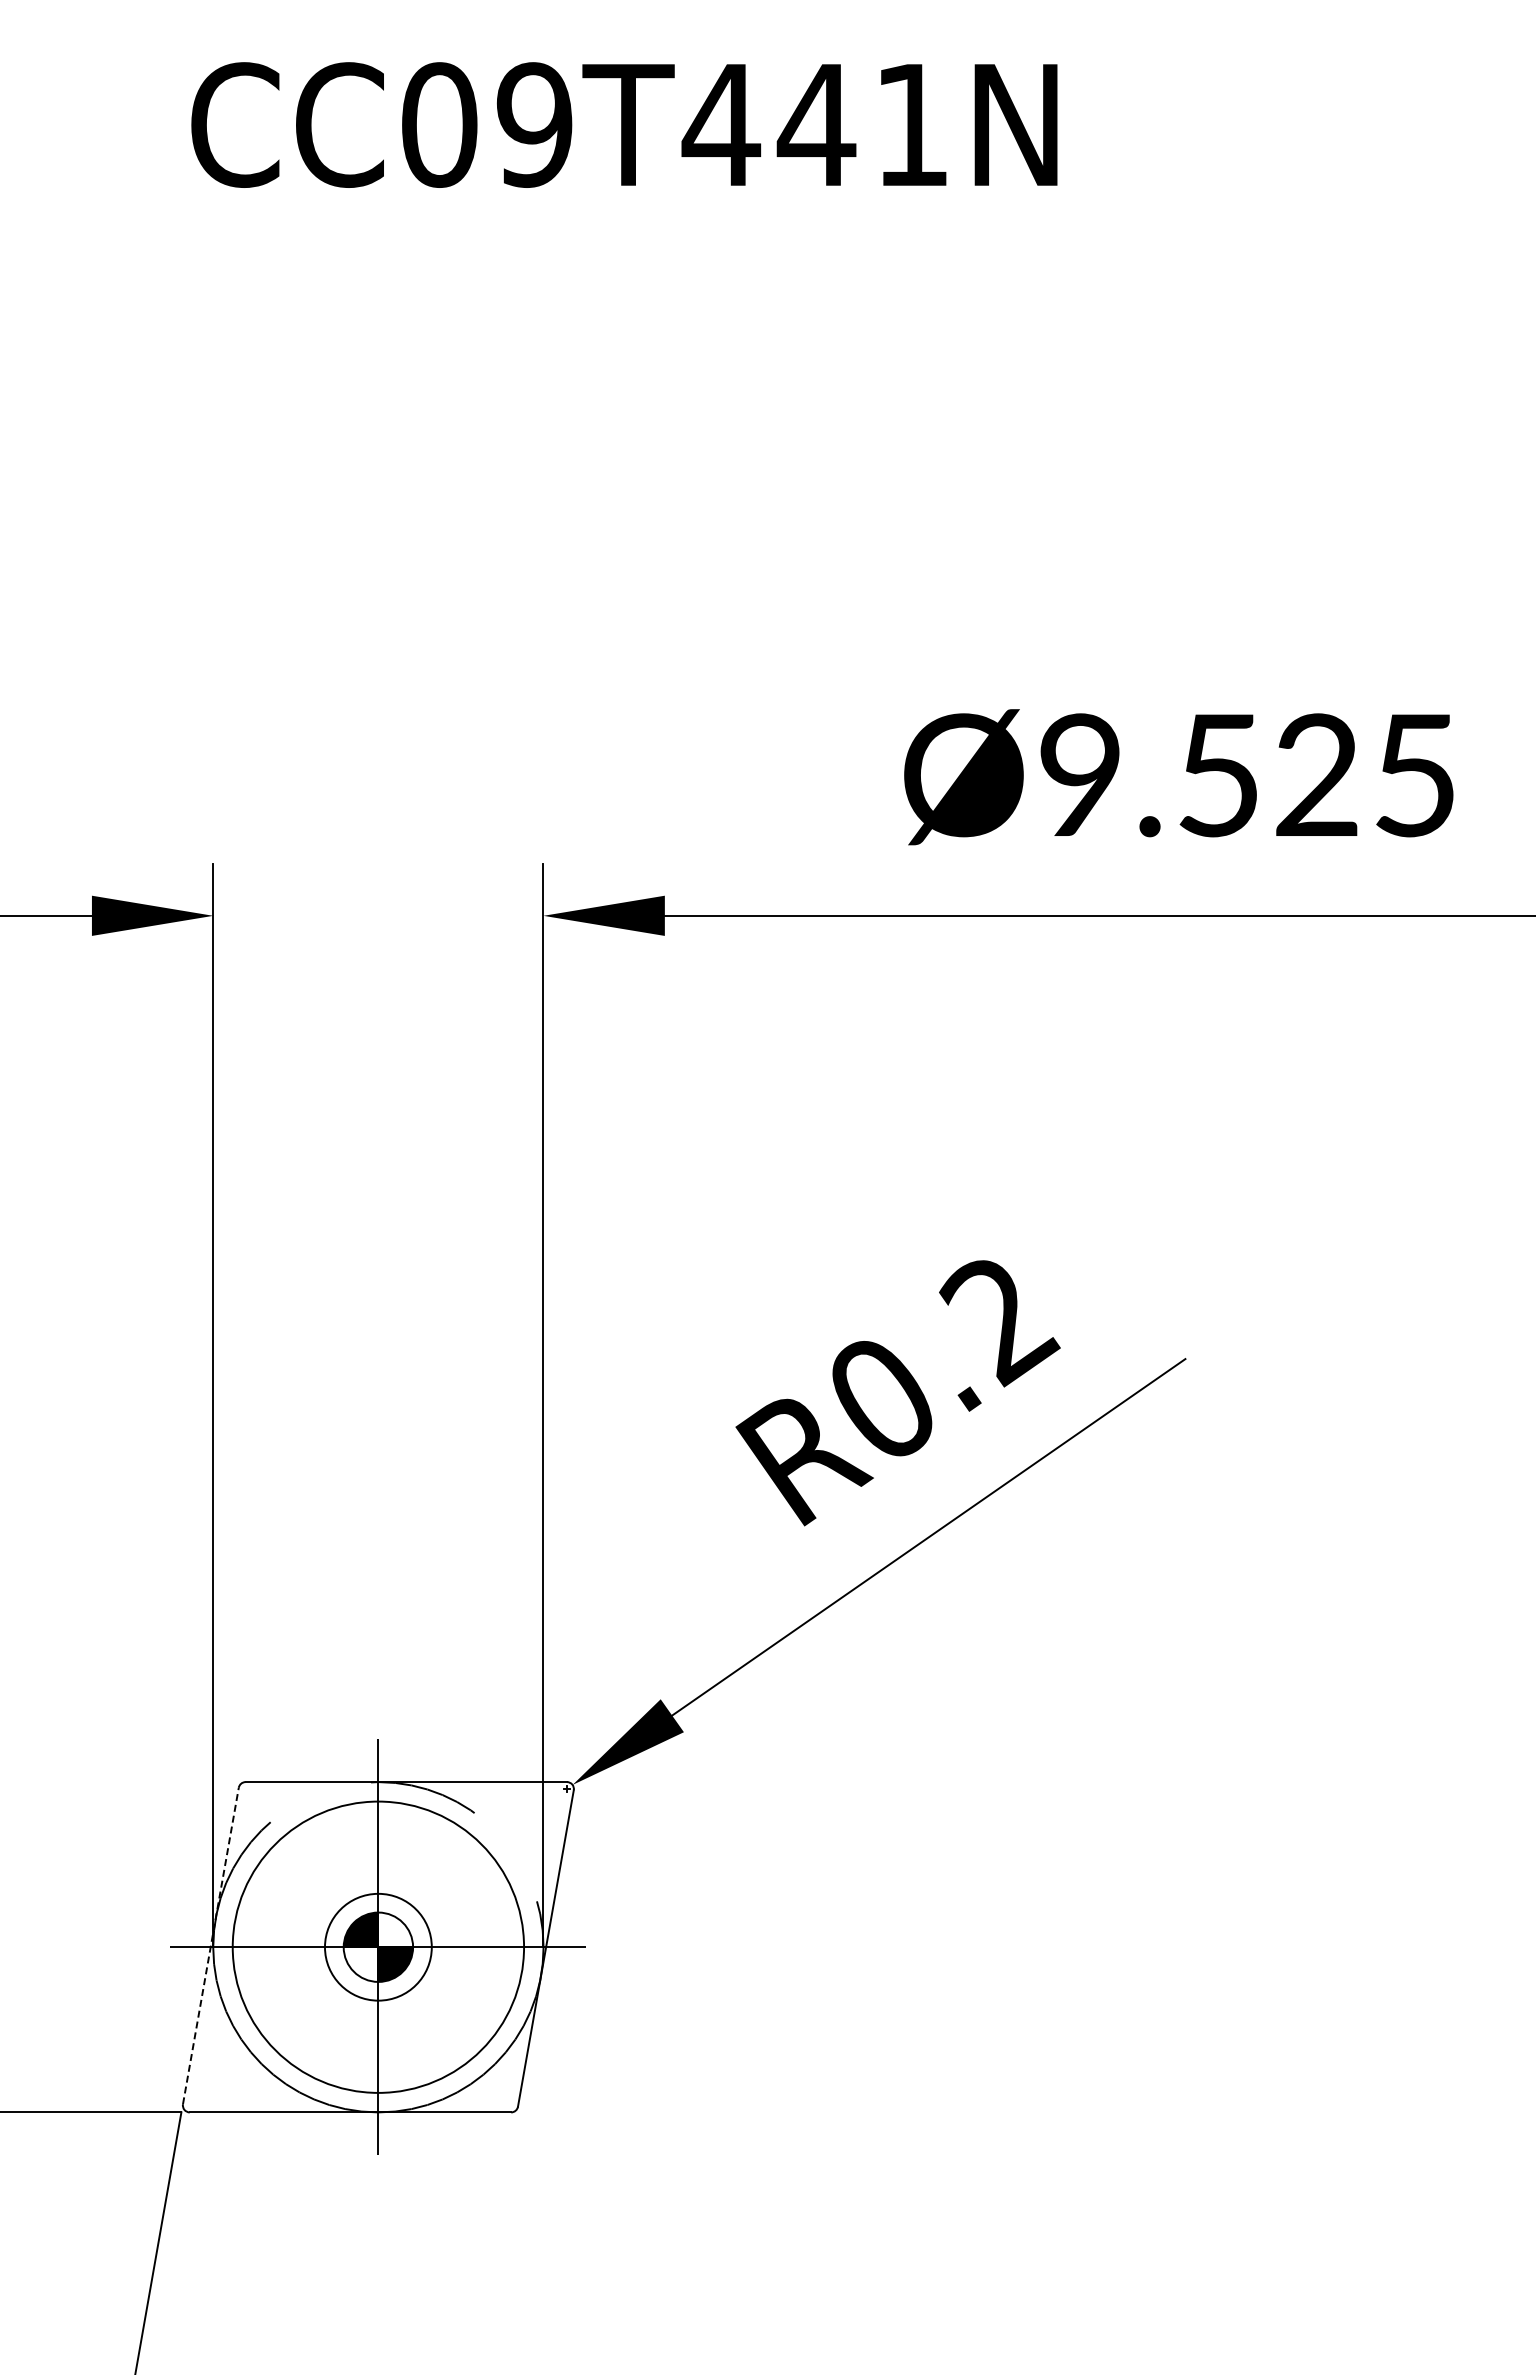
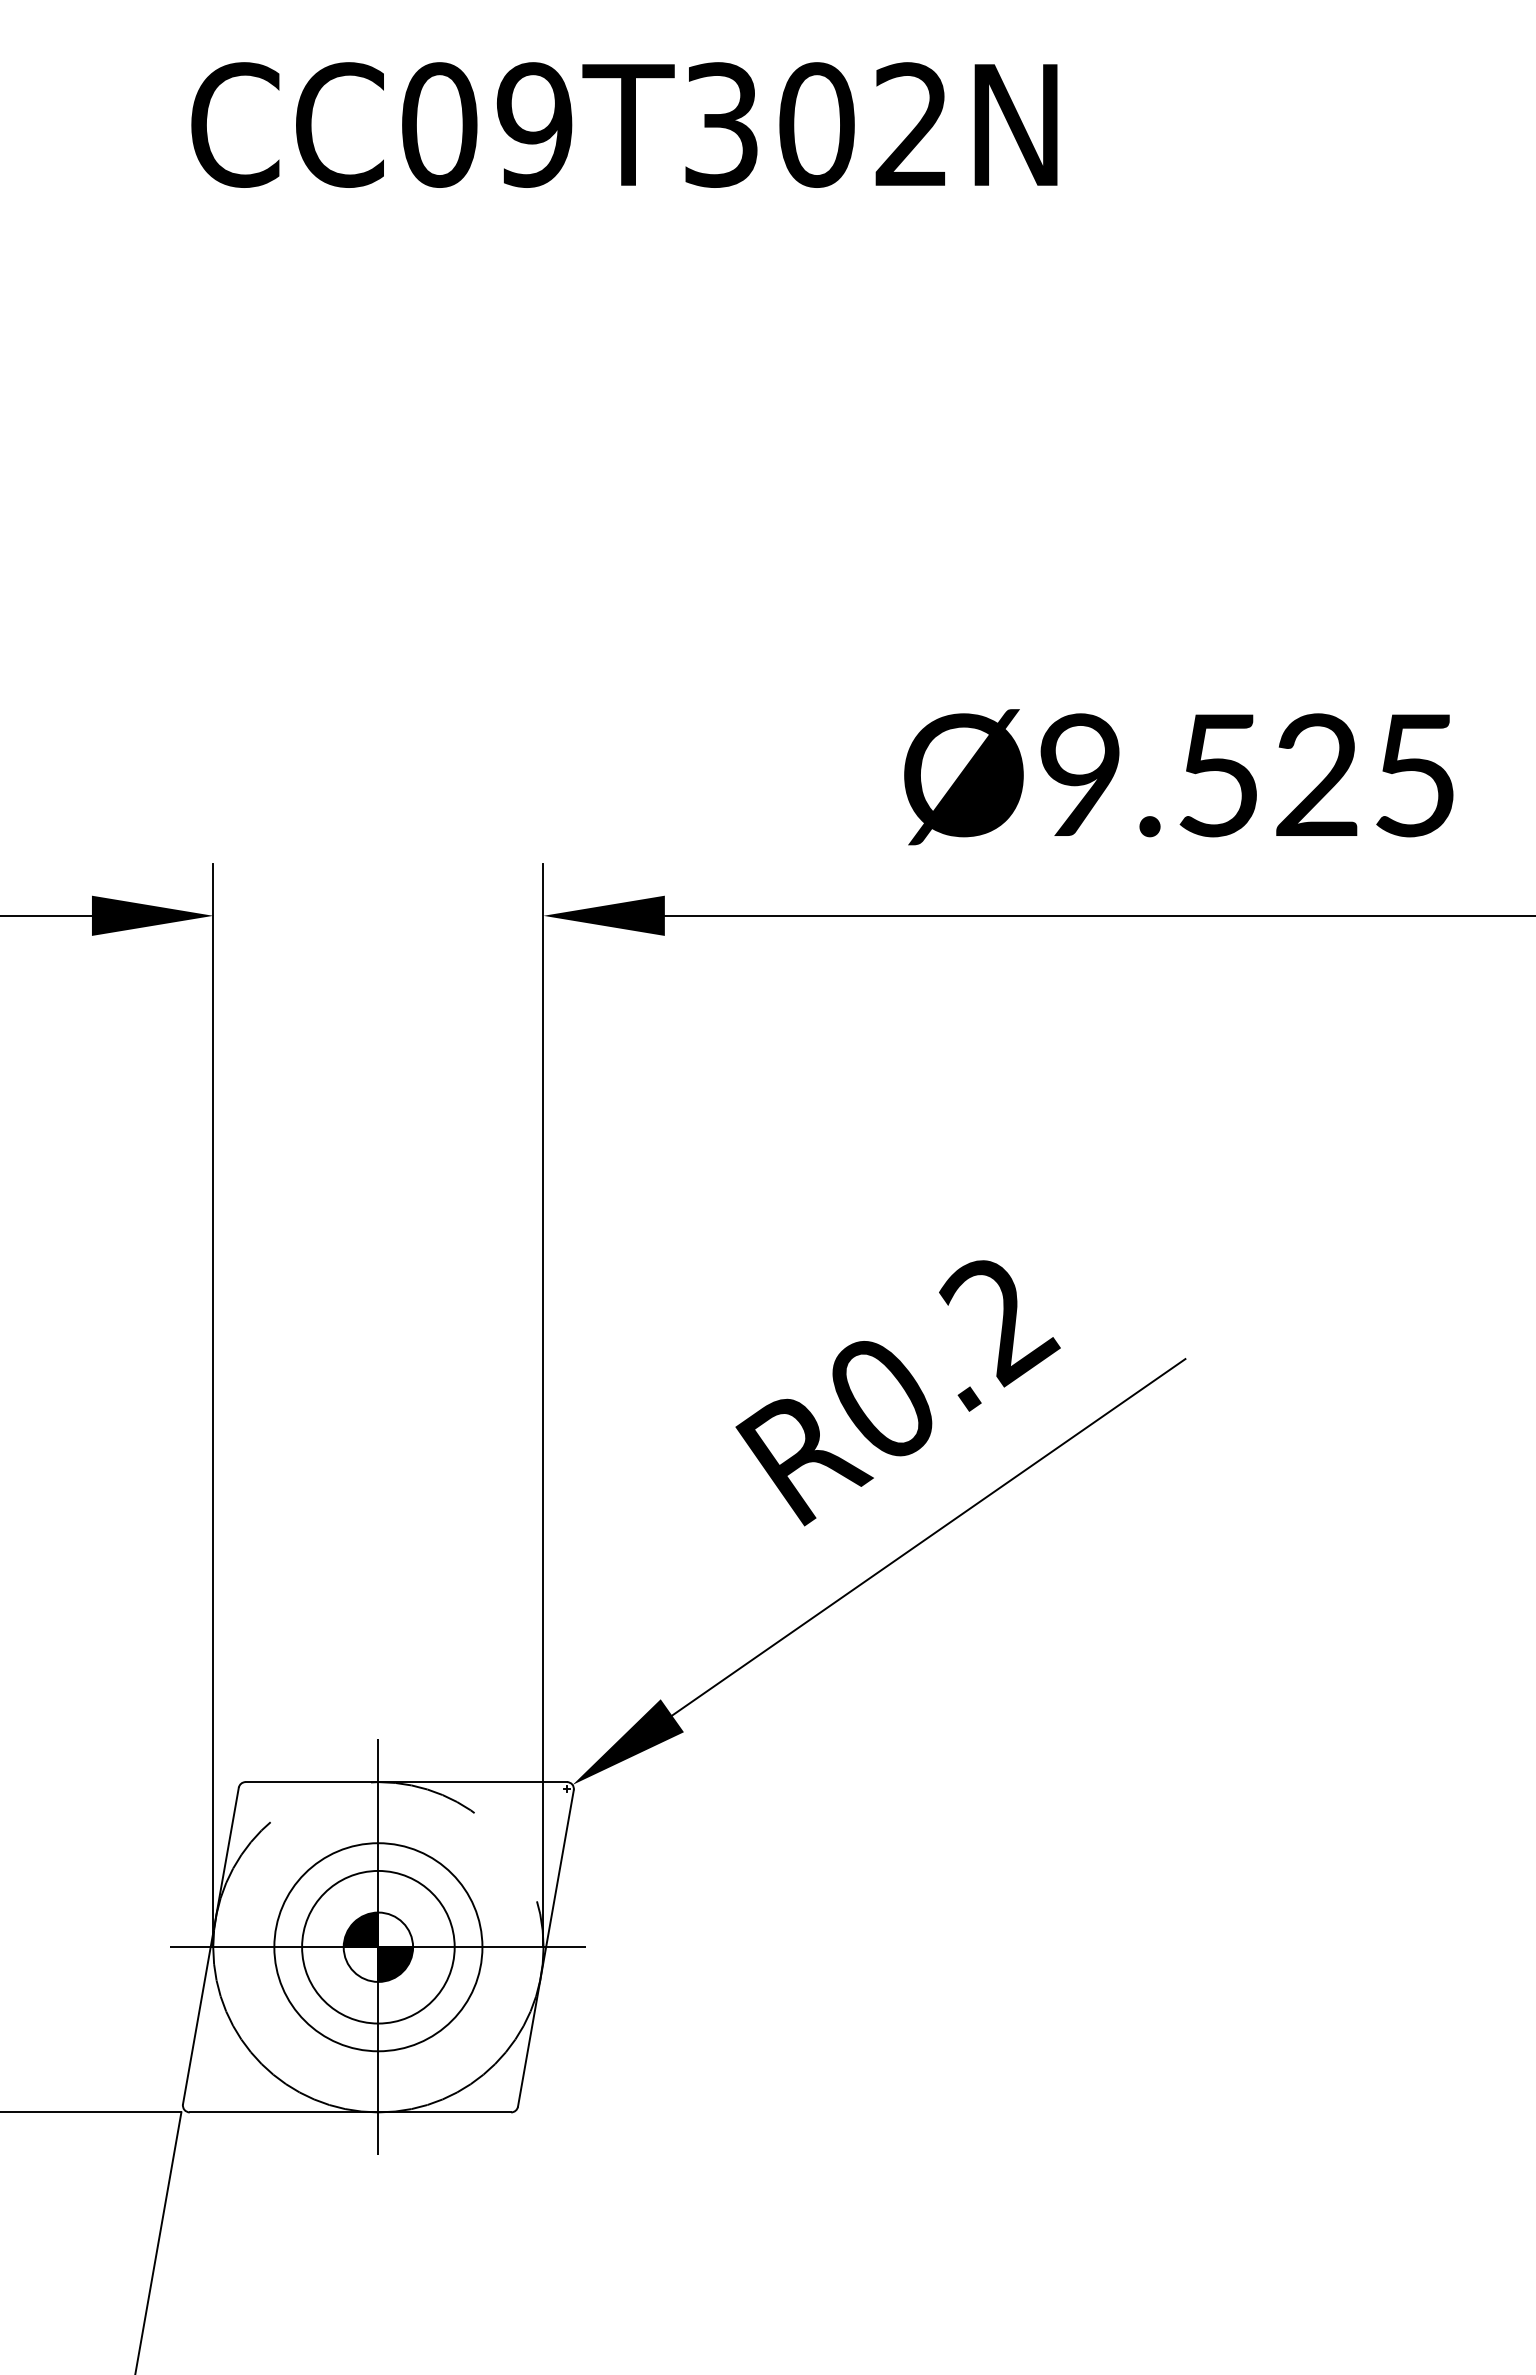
text at (813, 124): CC09T441N -> CC09T302N
line at (210, 1946): dashed -> solid
circle at (378, 1946) diameter: 107 px -> 153 px
circle at (378, 1946) diameter: 291 px -> 208 px
